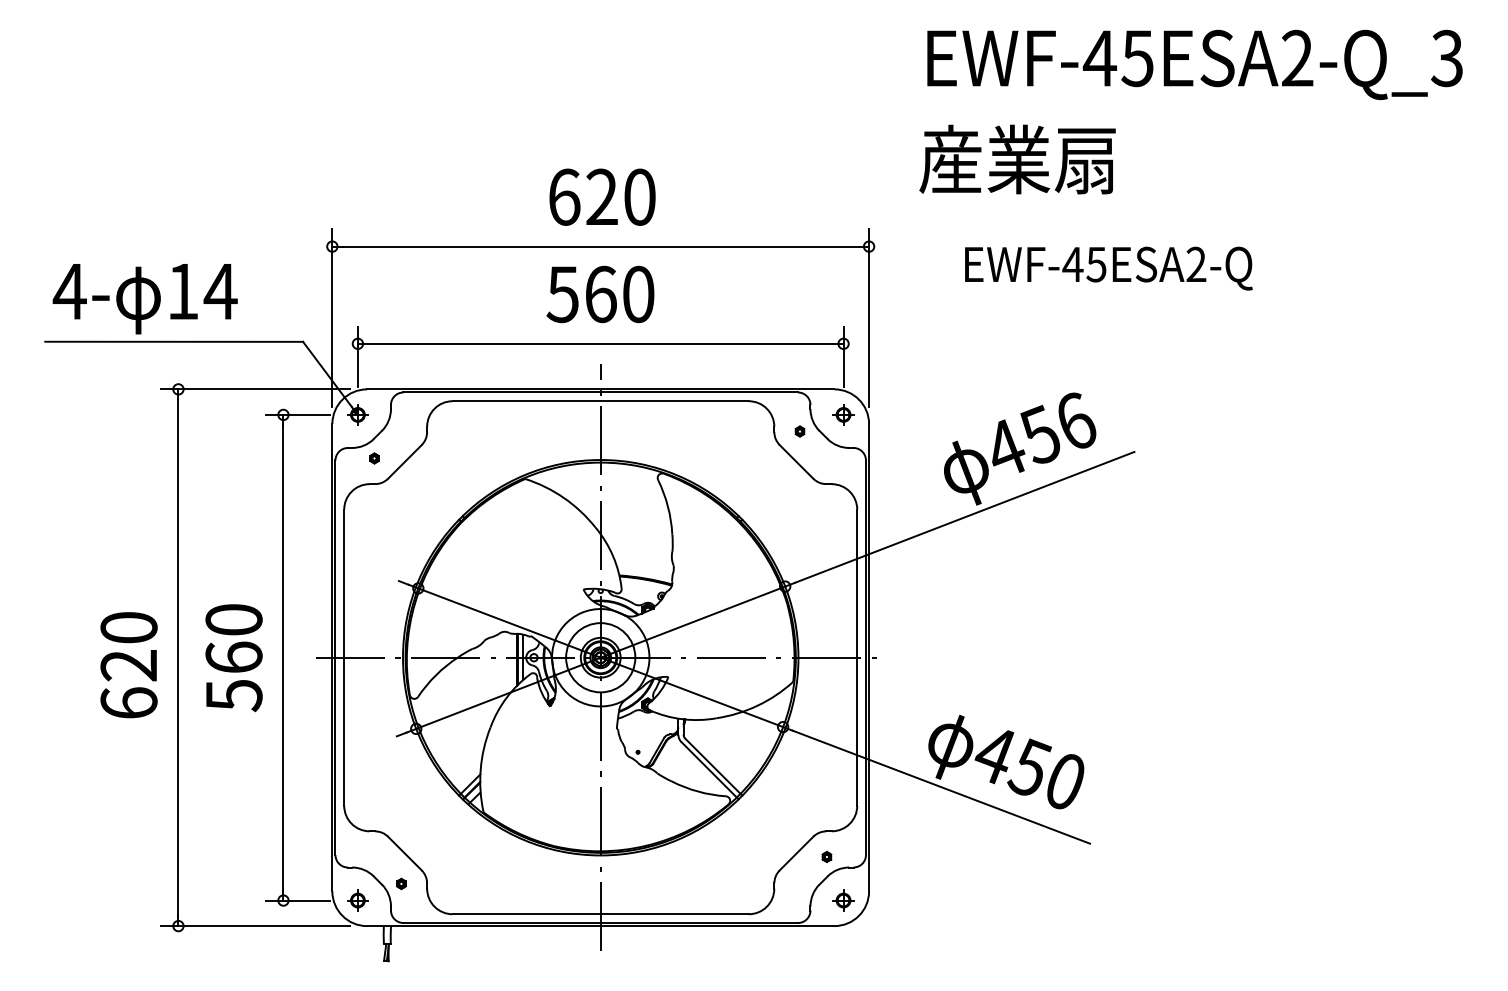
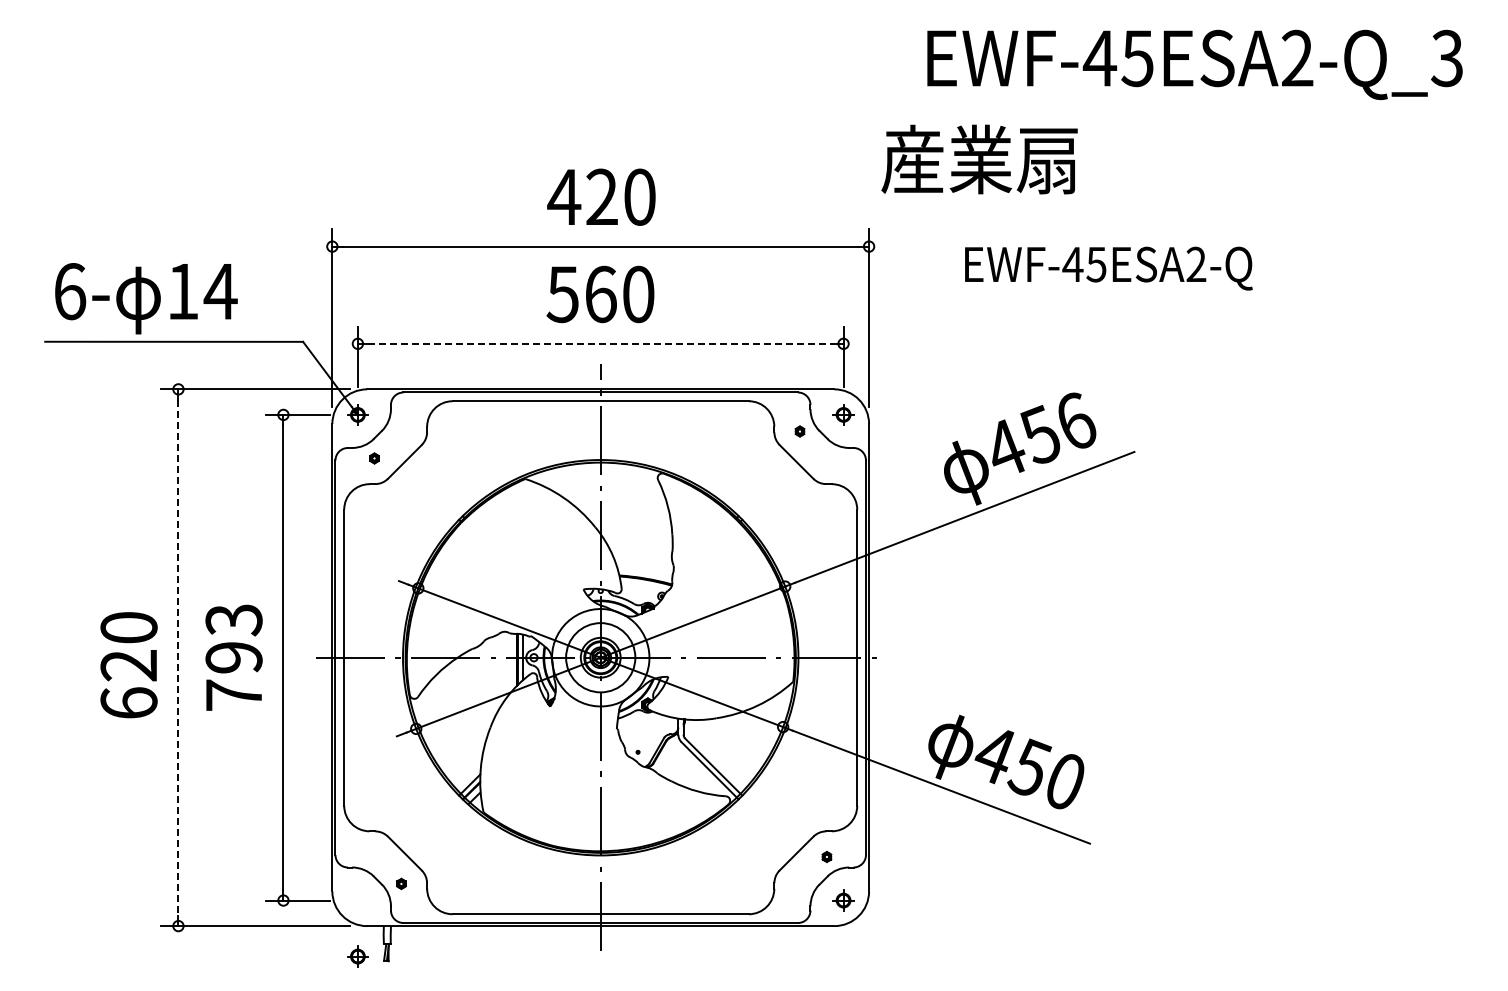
text at (1017, 159) position: (1017, 159) -> (979, 159)
text at (564, 196): 620 -> 420
text at (69, 291): 4- -> 6-
line at (601, 343): solid -> dashed
line at (178, 657): solid -> dashed
text at (233, 658): 560 -> 793
part at (357, 900) position: (357, 900) -> (357, 956)
